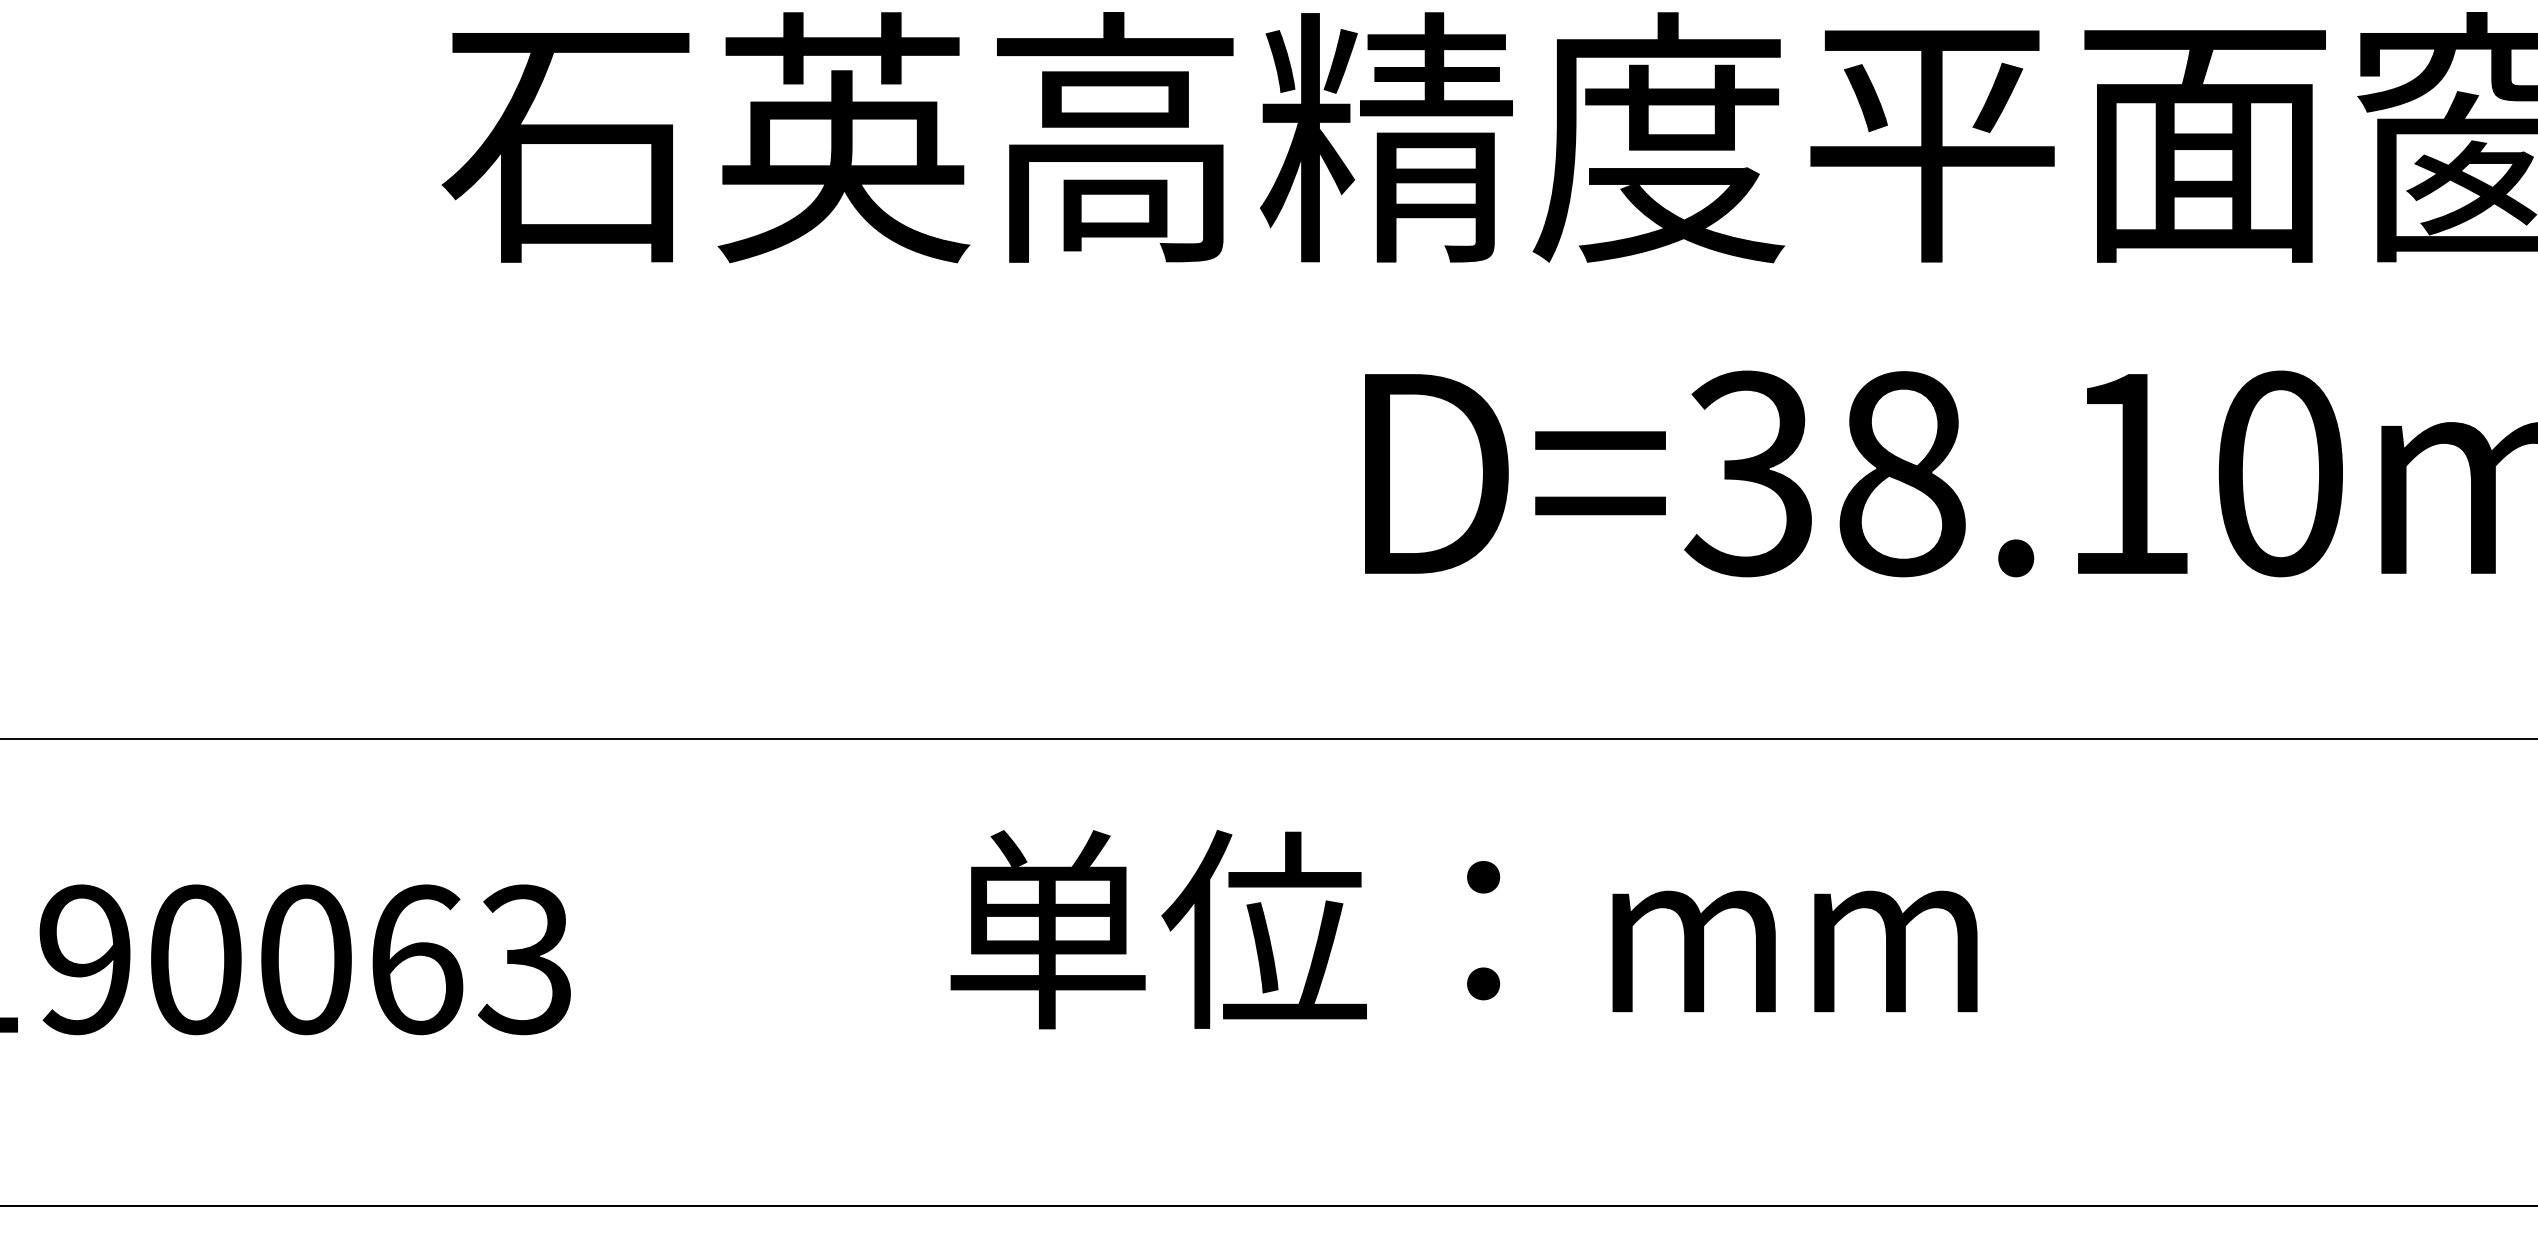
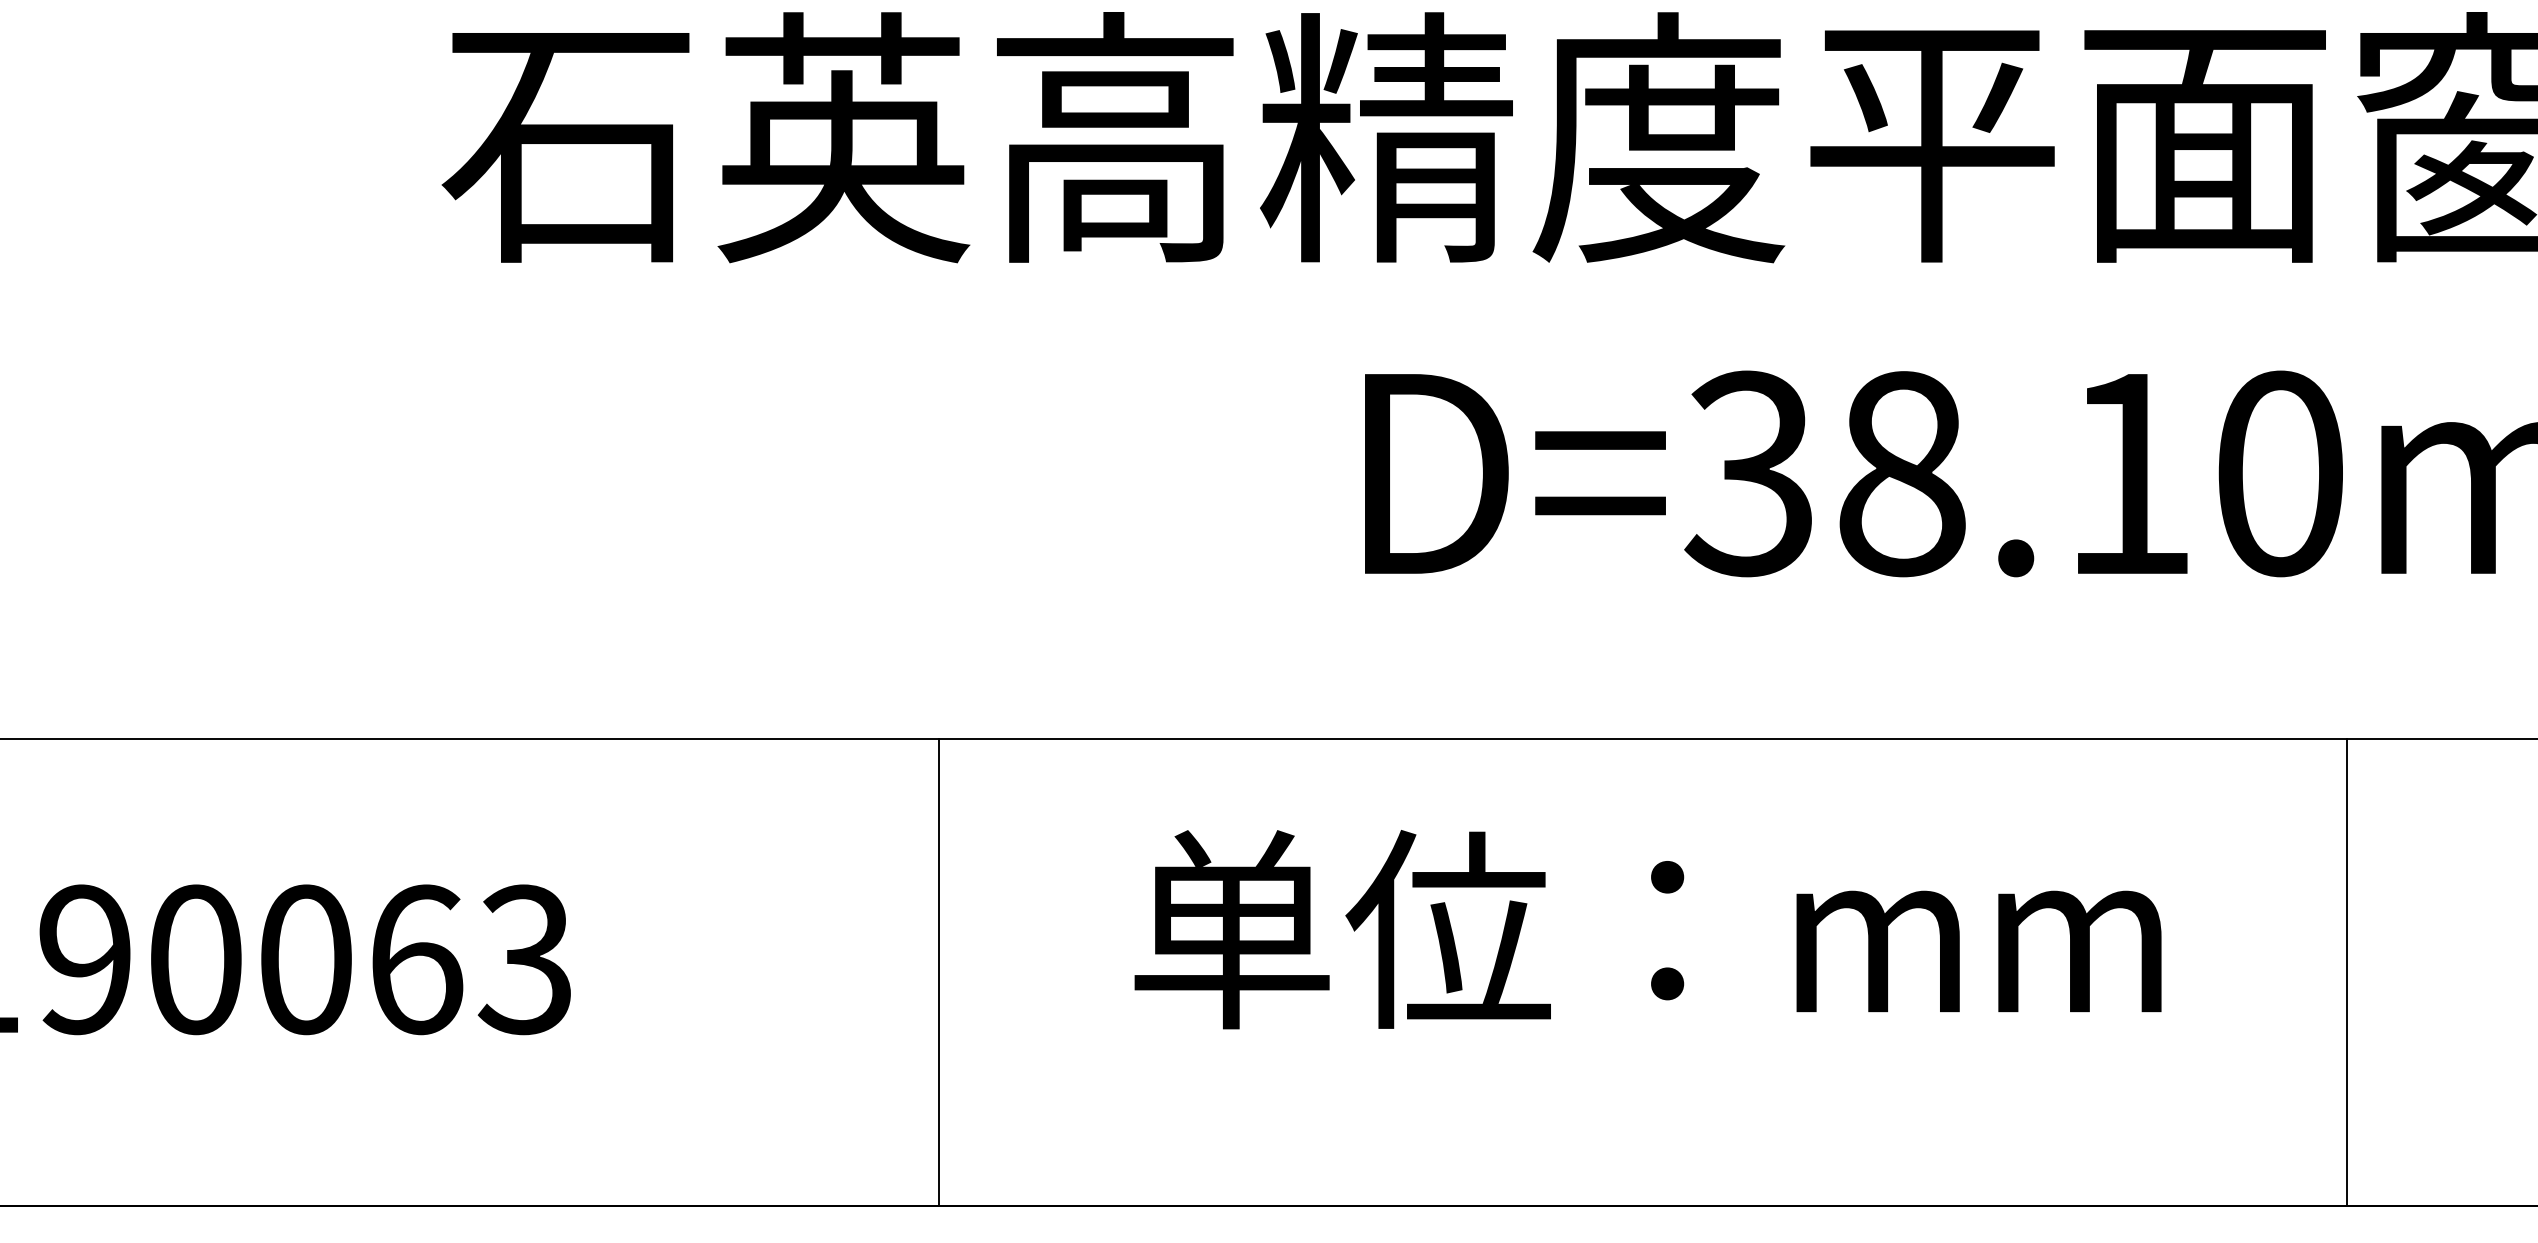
text at (1463, 929) position: (1463, 929) -> (1647, 929)
line at (939, 972): none -> present
line at (2347, 972): none -> present
